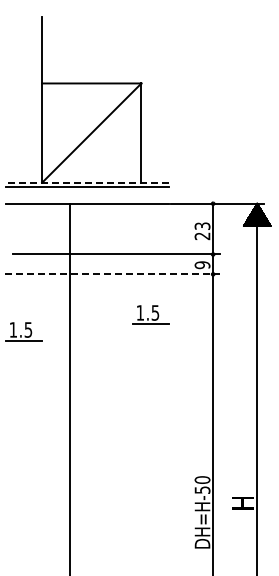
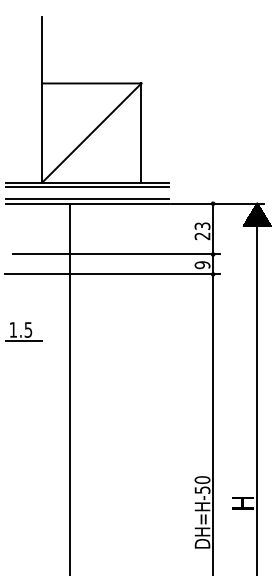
line at (87, 182): dashed -> solid
line at (87, 199): none -> present
line at (112, 274): dashed -> solid
part at (150, 314): present -> none
